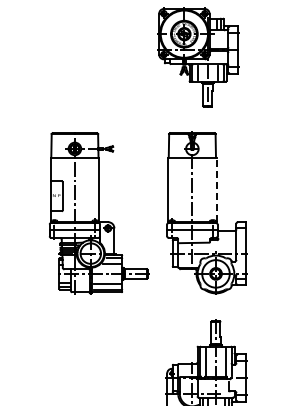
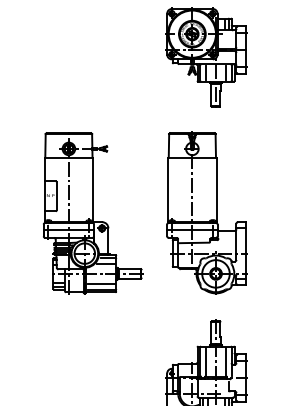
part at (198, 57) position: (198, 57) -> (206, 57)
line at (216, 189): dashed -> solid
part at (99, 213) position: (99, 213) -> (93, 213)
